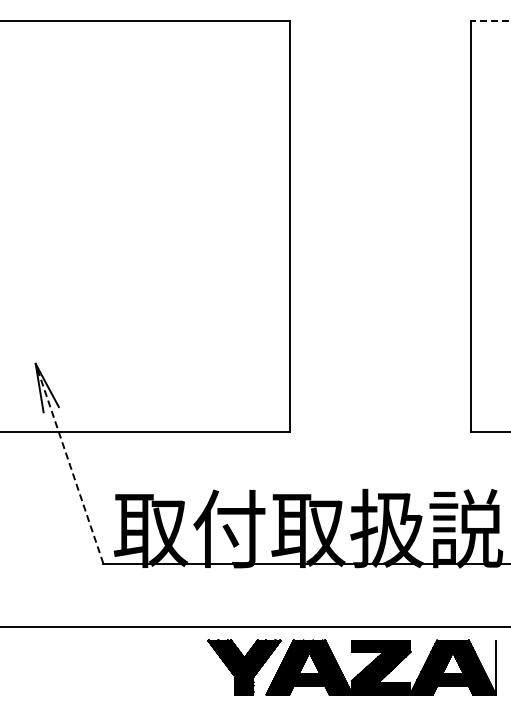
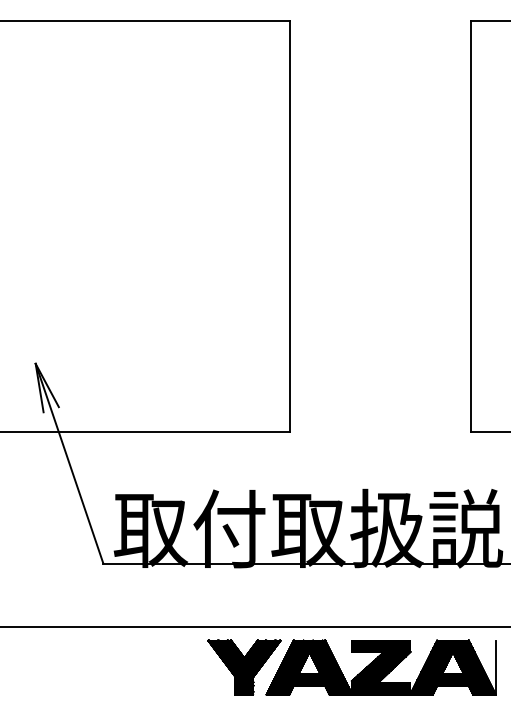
line at (490, 21): dashed -> solid
line at (69, 463): dashed -> solid
